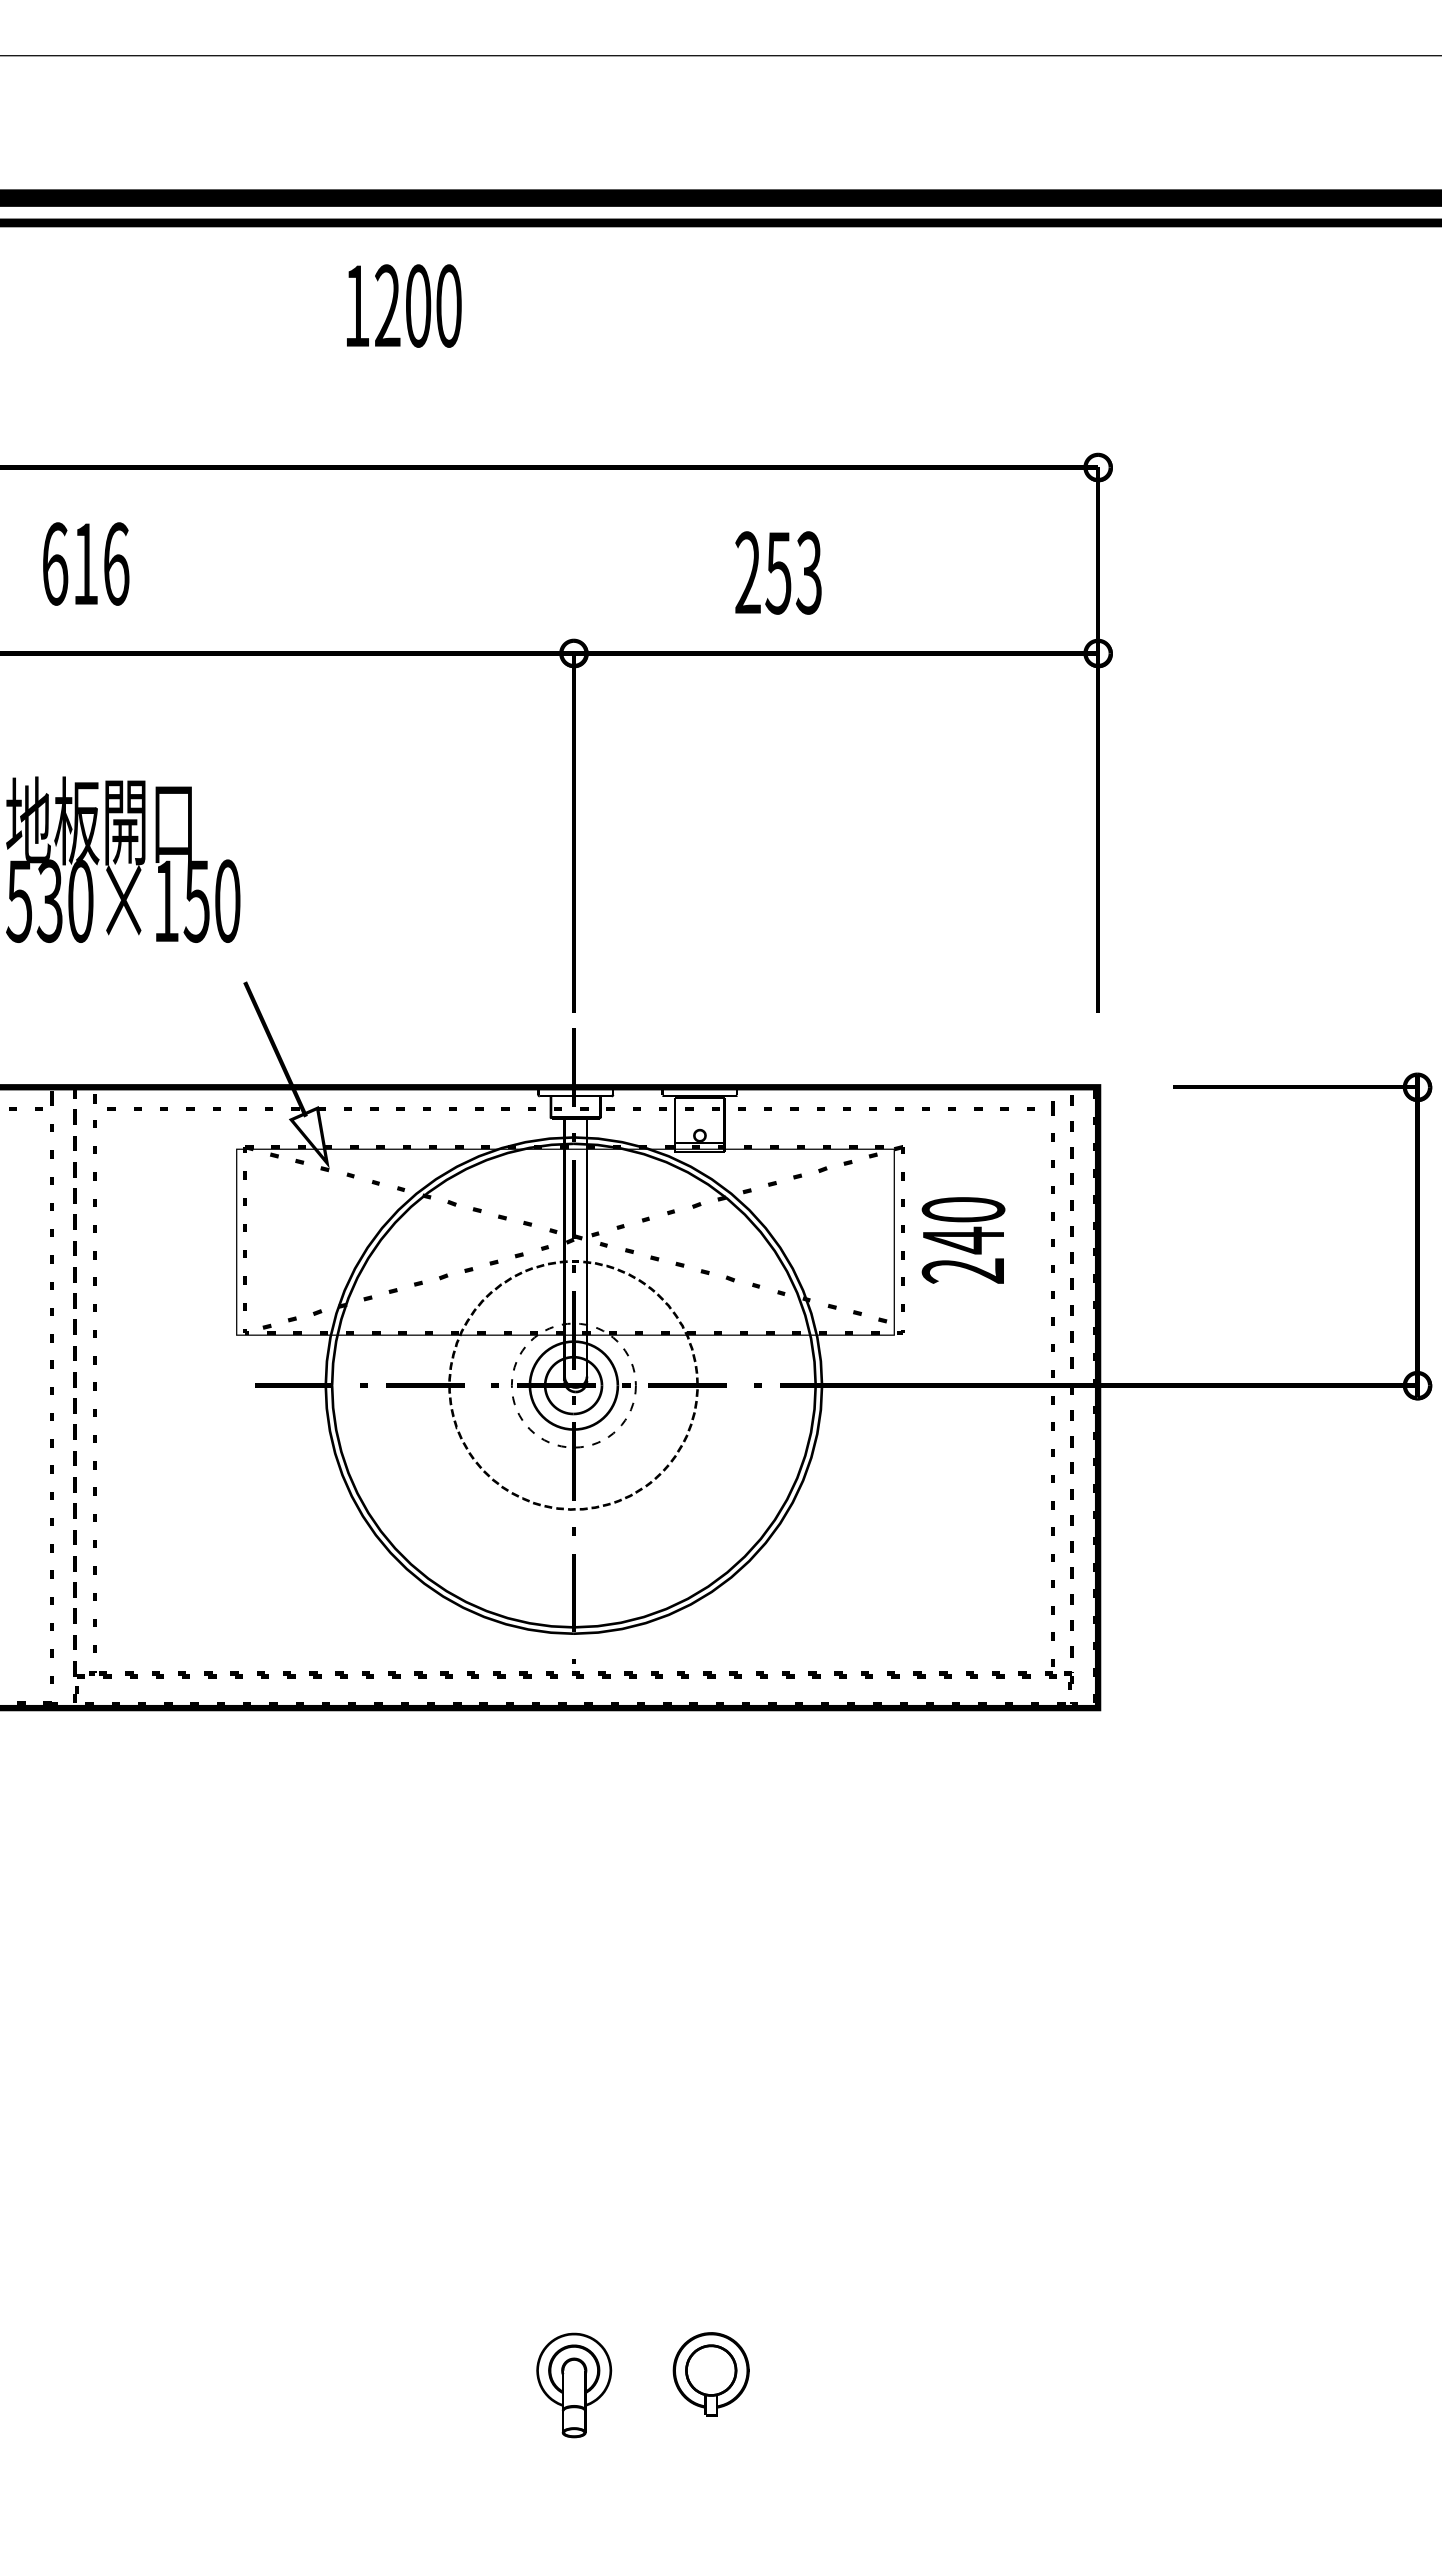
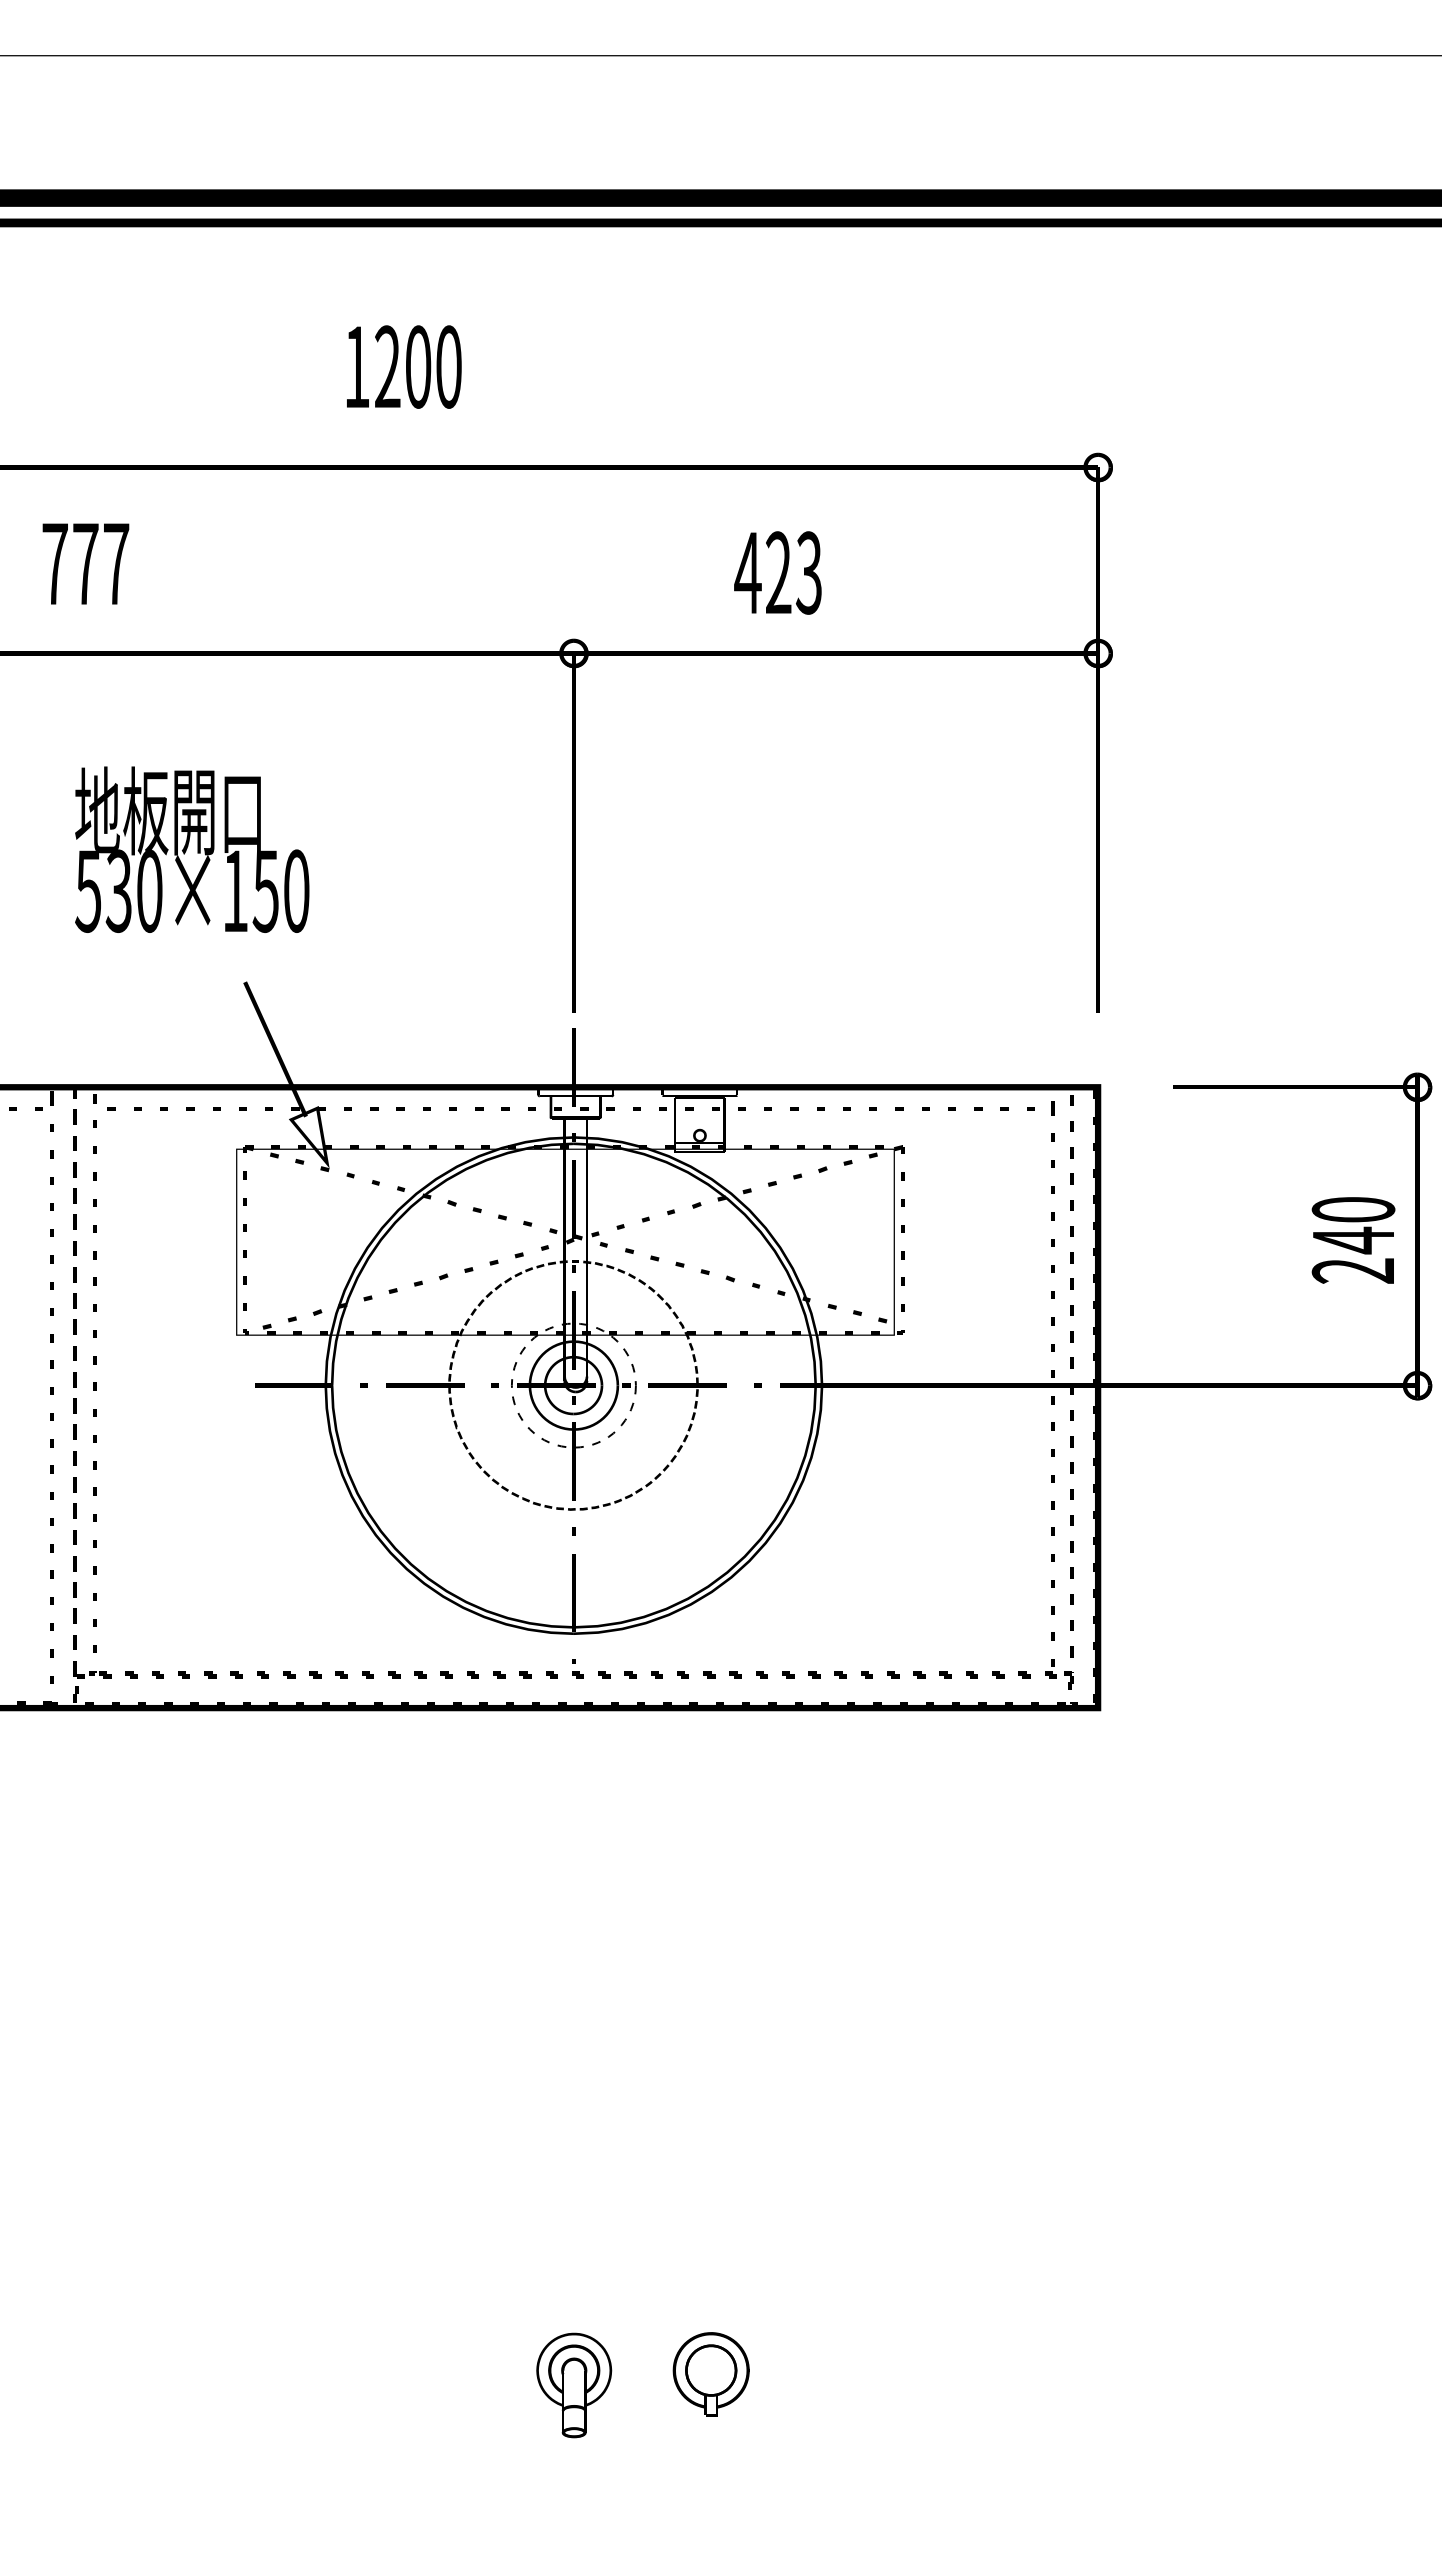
text at (404, 305) position: (404, 305) -> (404, 366)
text at (85, 563): 616 -> 777
text at (762, 572): 253 -> 423
text at (123, 859) position: (123, 859) -> (192, 849)
text at (963, 1240) position: (963, 1240) -> (1353, 1240)
